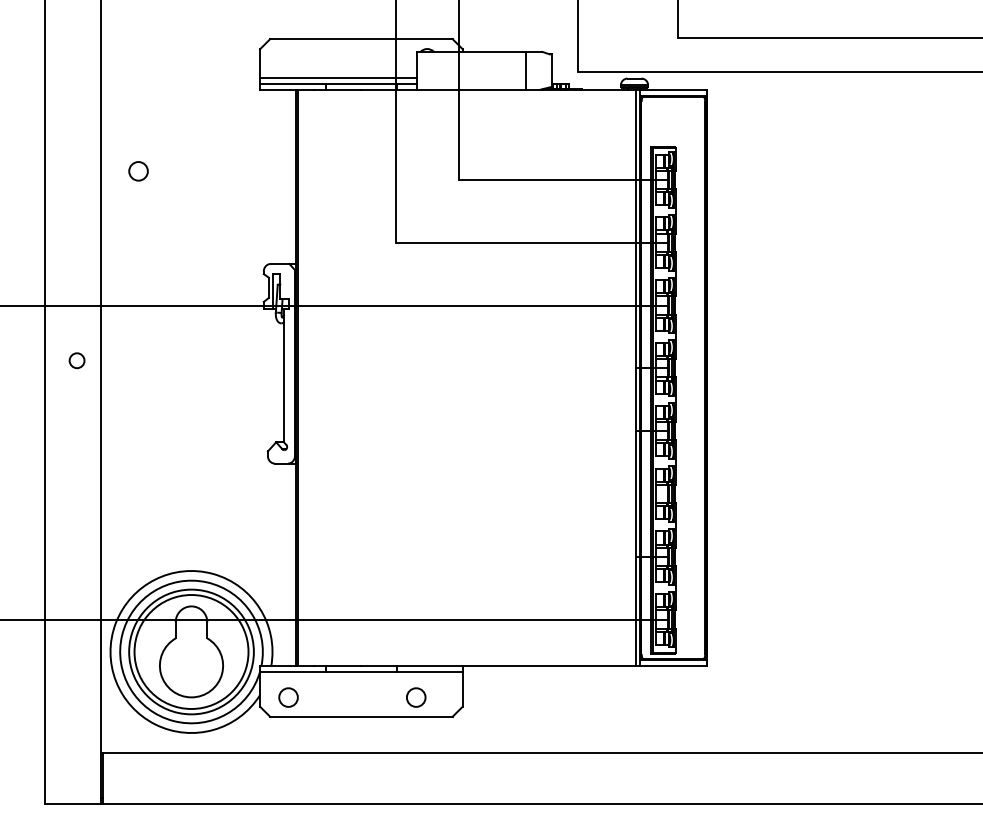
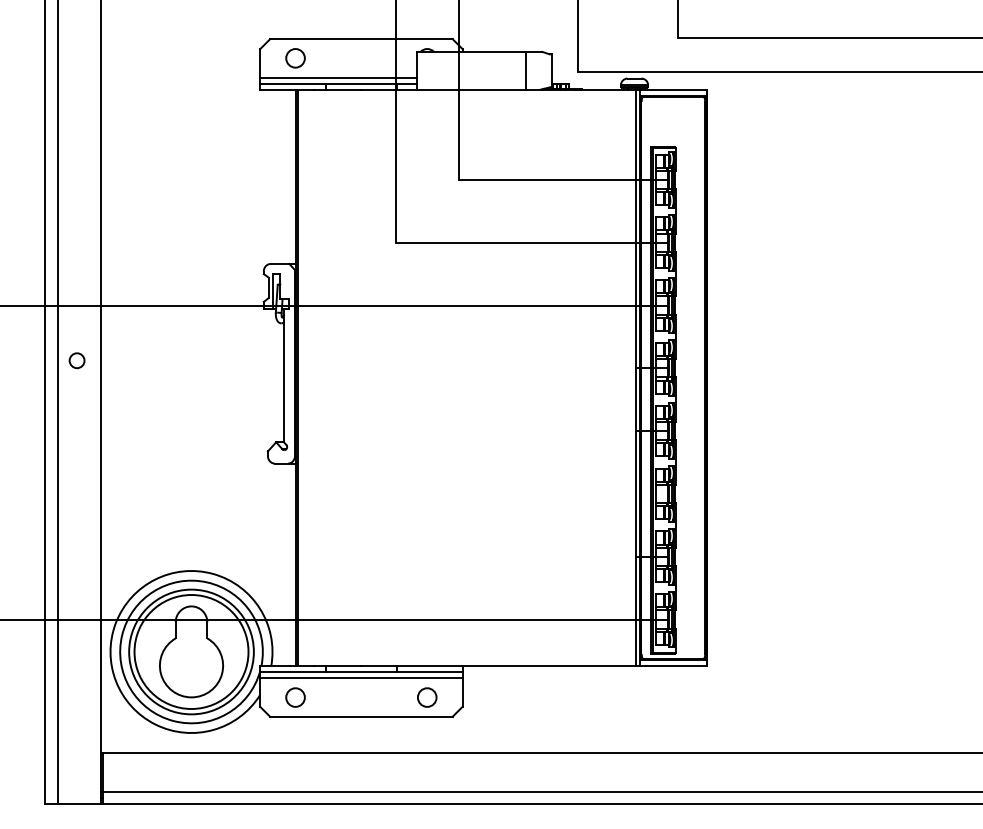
circle at (138, 171) position: (138, 171) -> (295, 58)
line at (57, 402): none -> present
line at (361, 678): none -> present
circle at (288, 697) position: (288, 697) -> (295, 697)
circle at (416, 697) position: (416, 697) -> (427, 697)
line at (540, 791): none -> present
